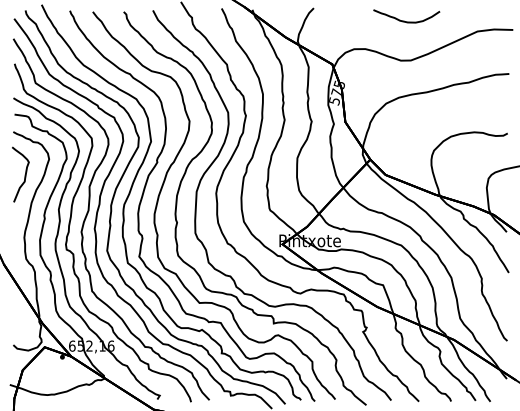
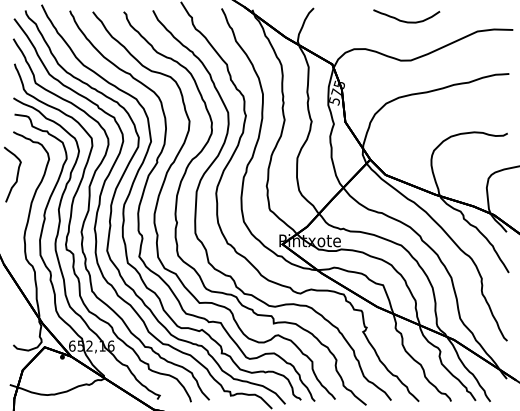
curve at (24, 174) position: (24, 174) -> (16, 174)
